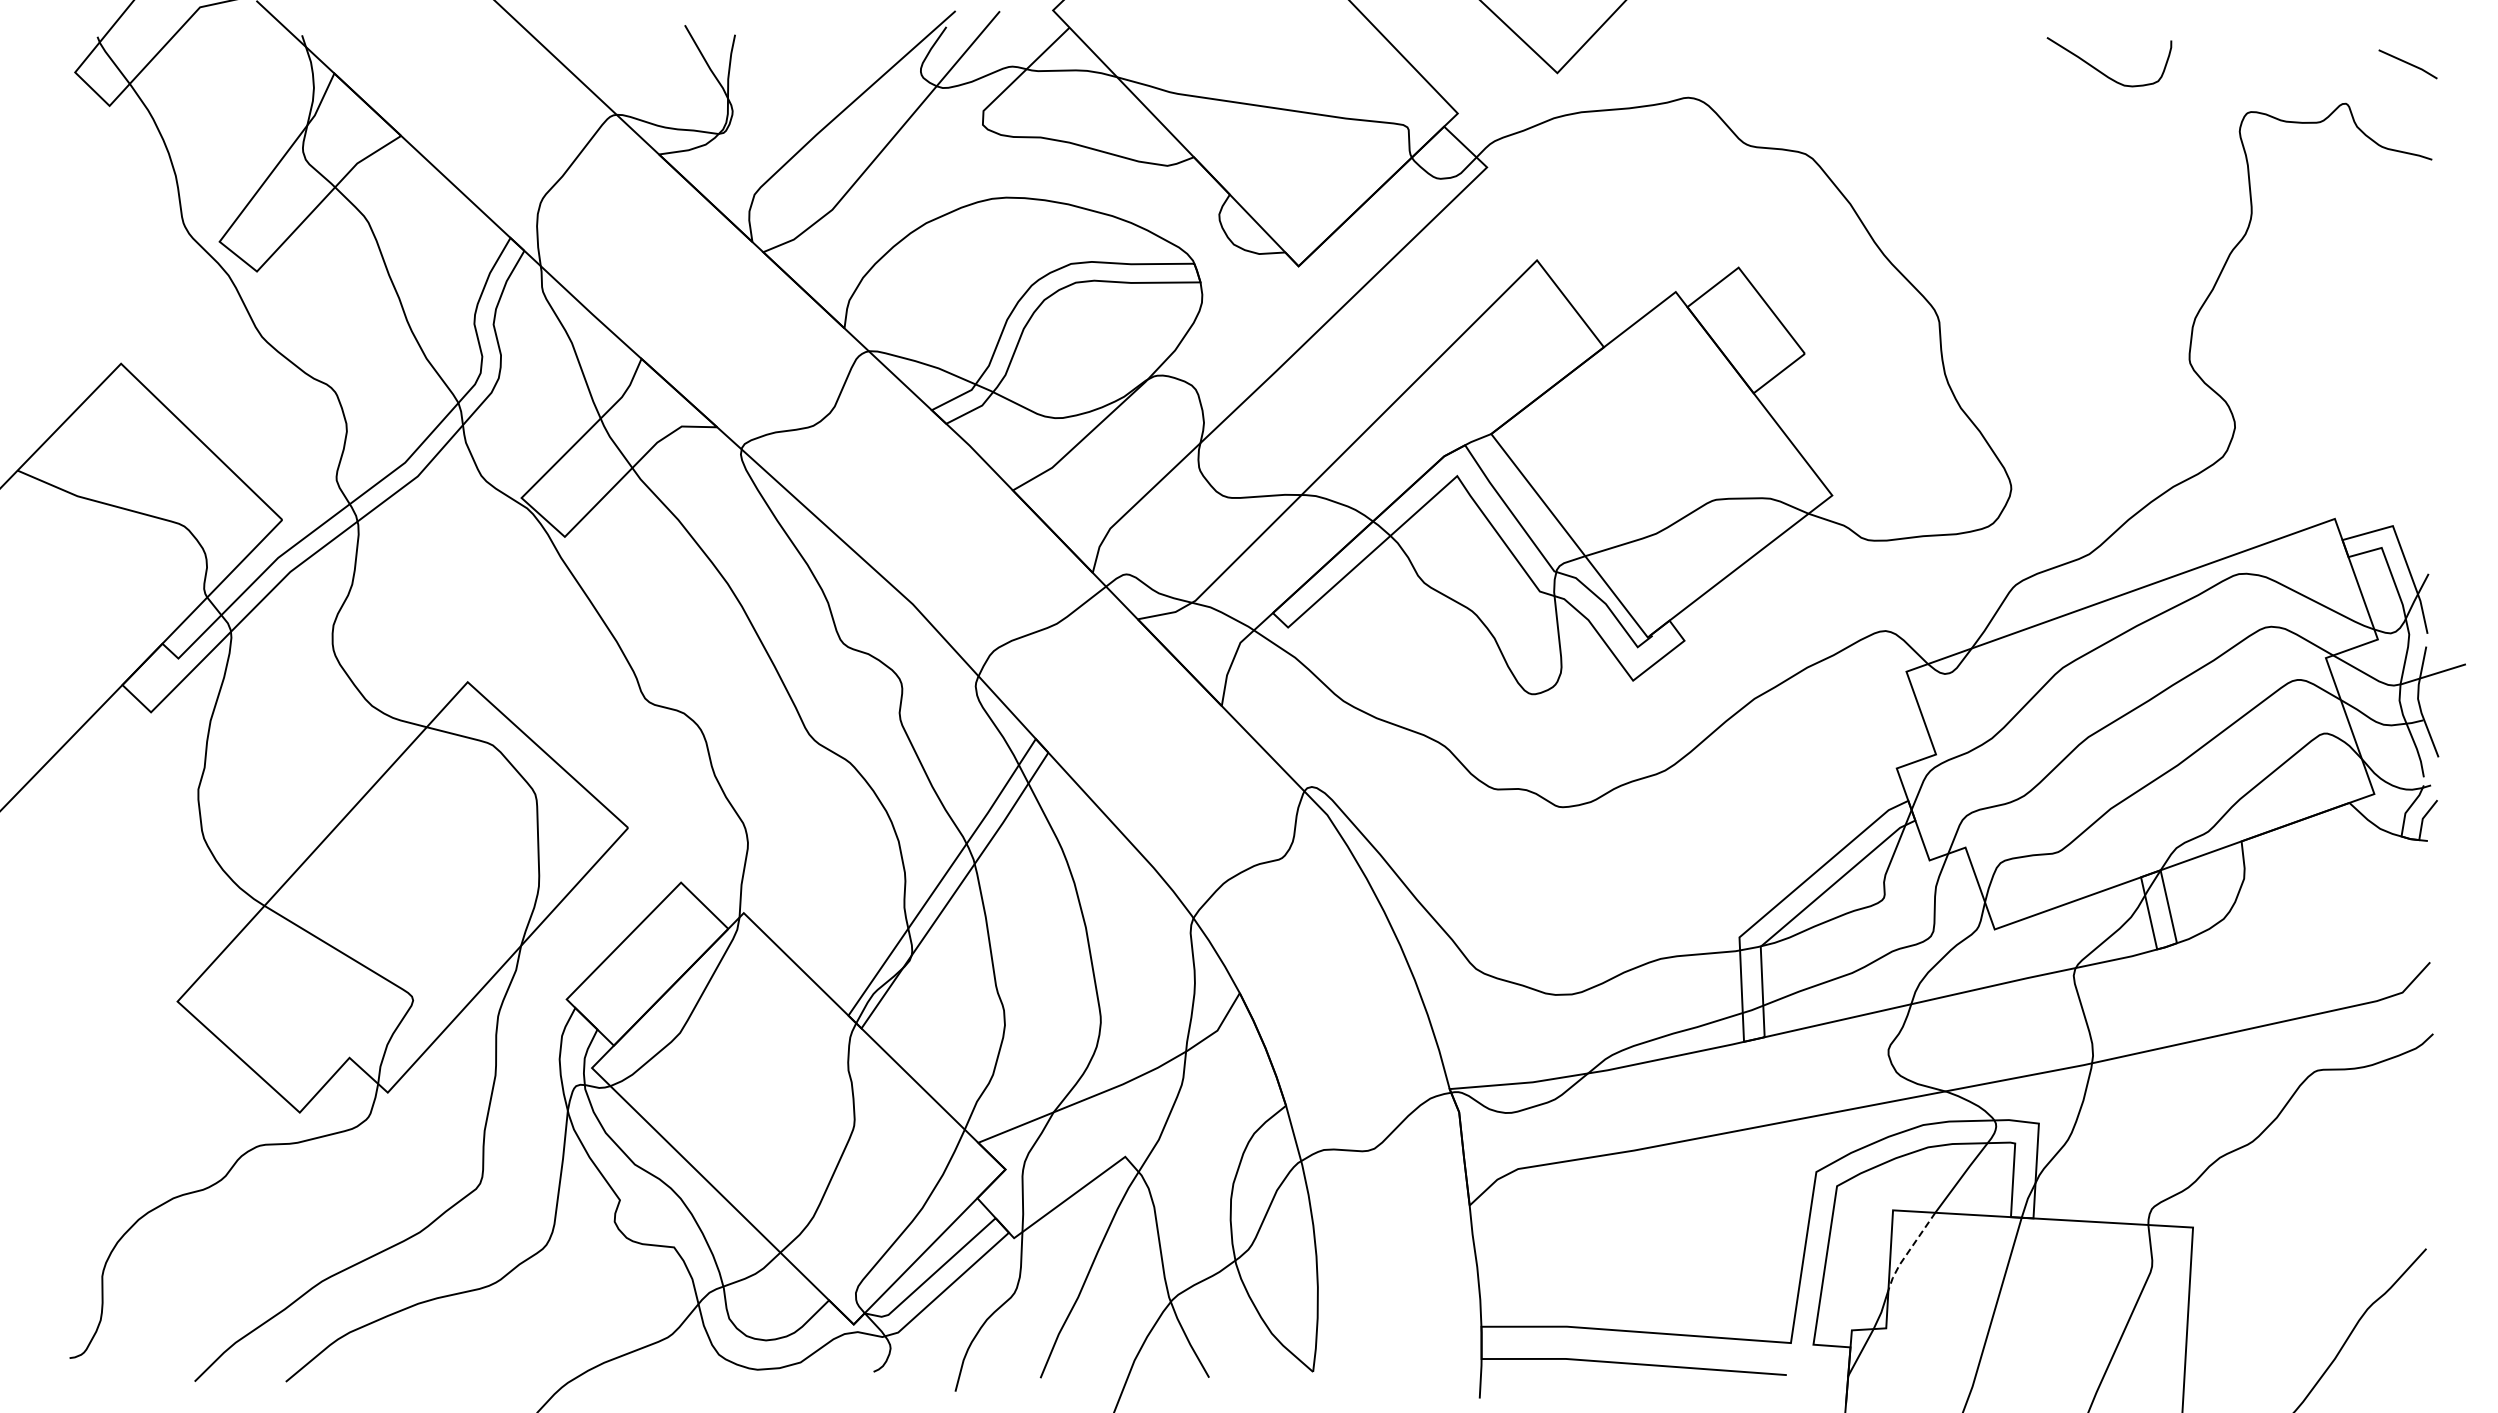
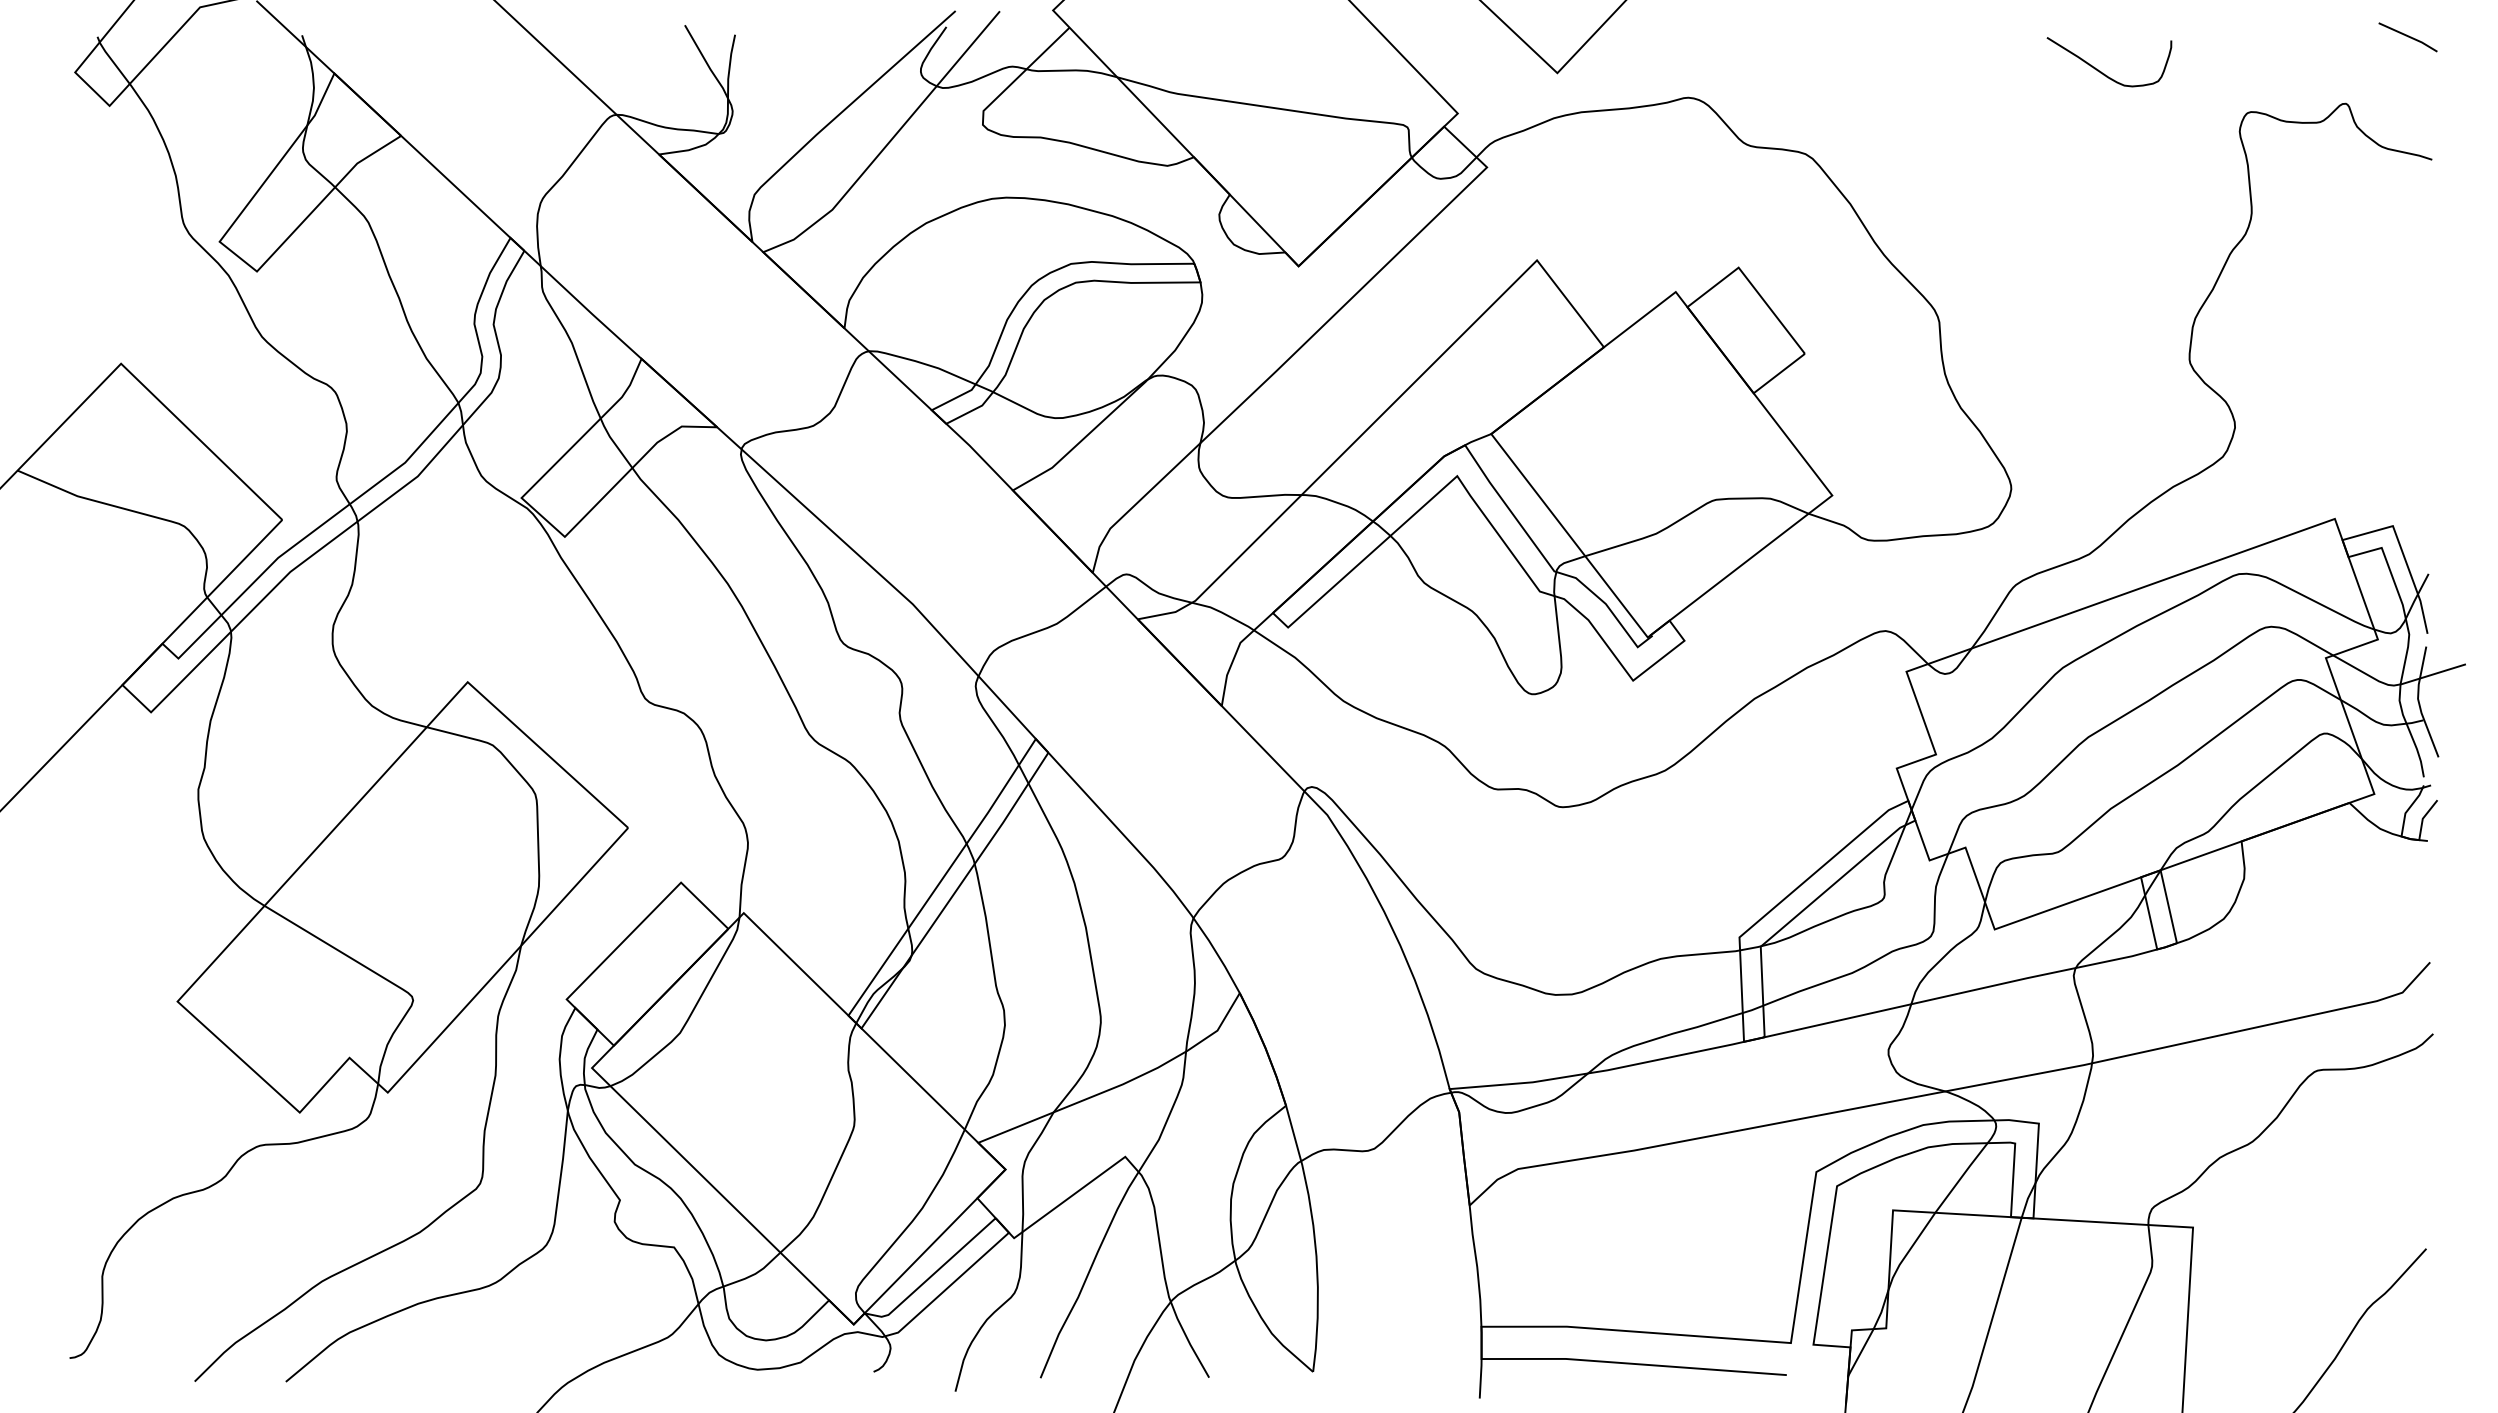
line at (2407, 63) position: (2407, 63) -> (2407, 36)
line at (1908, 1251): dashed -> solid
